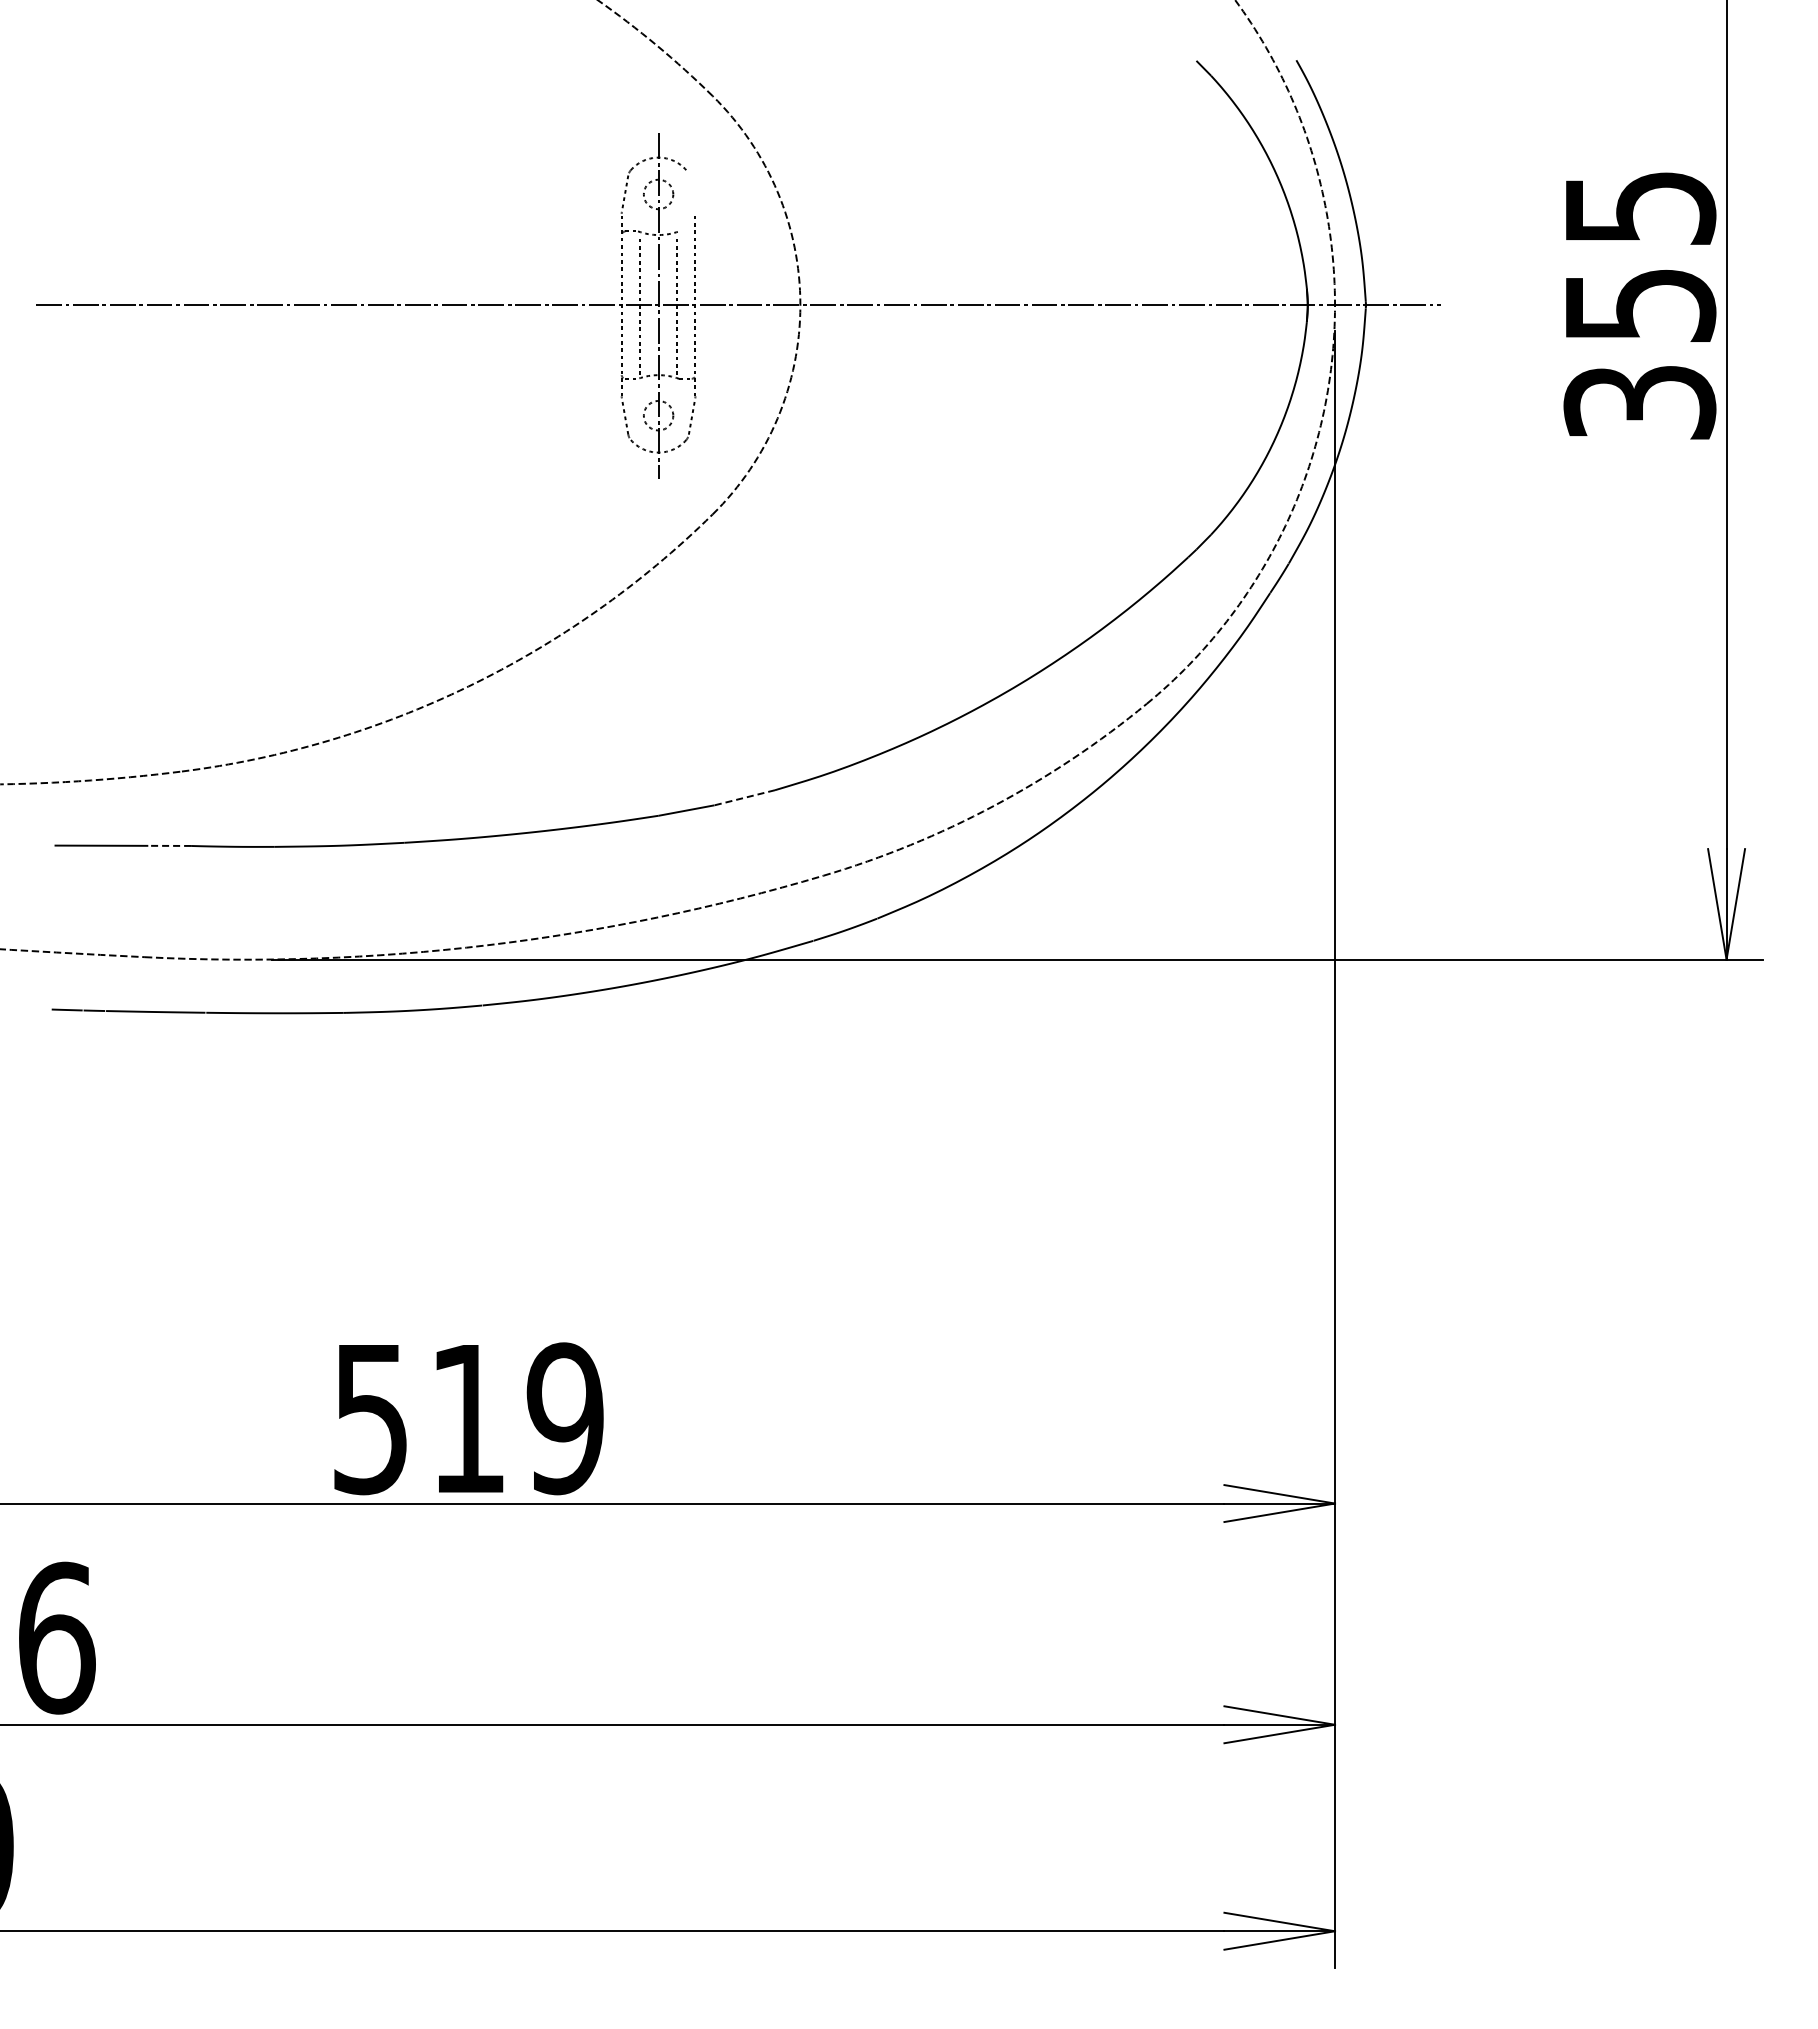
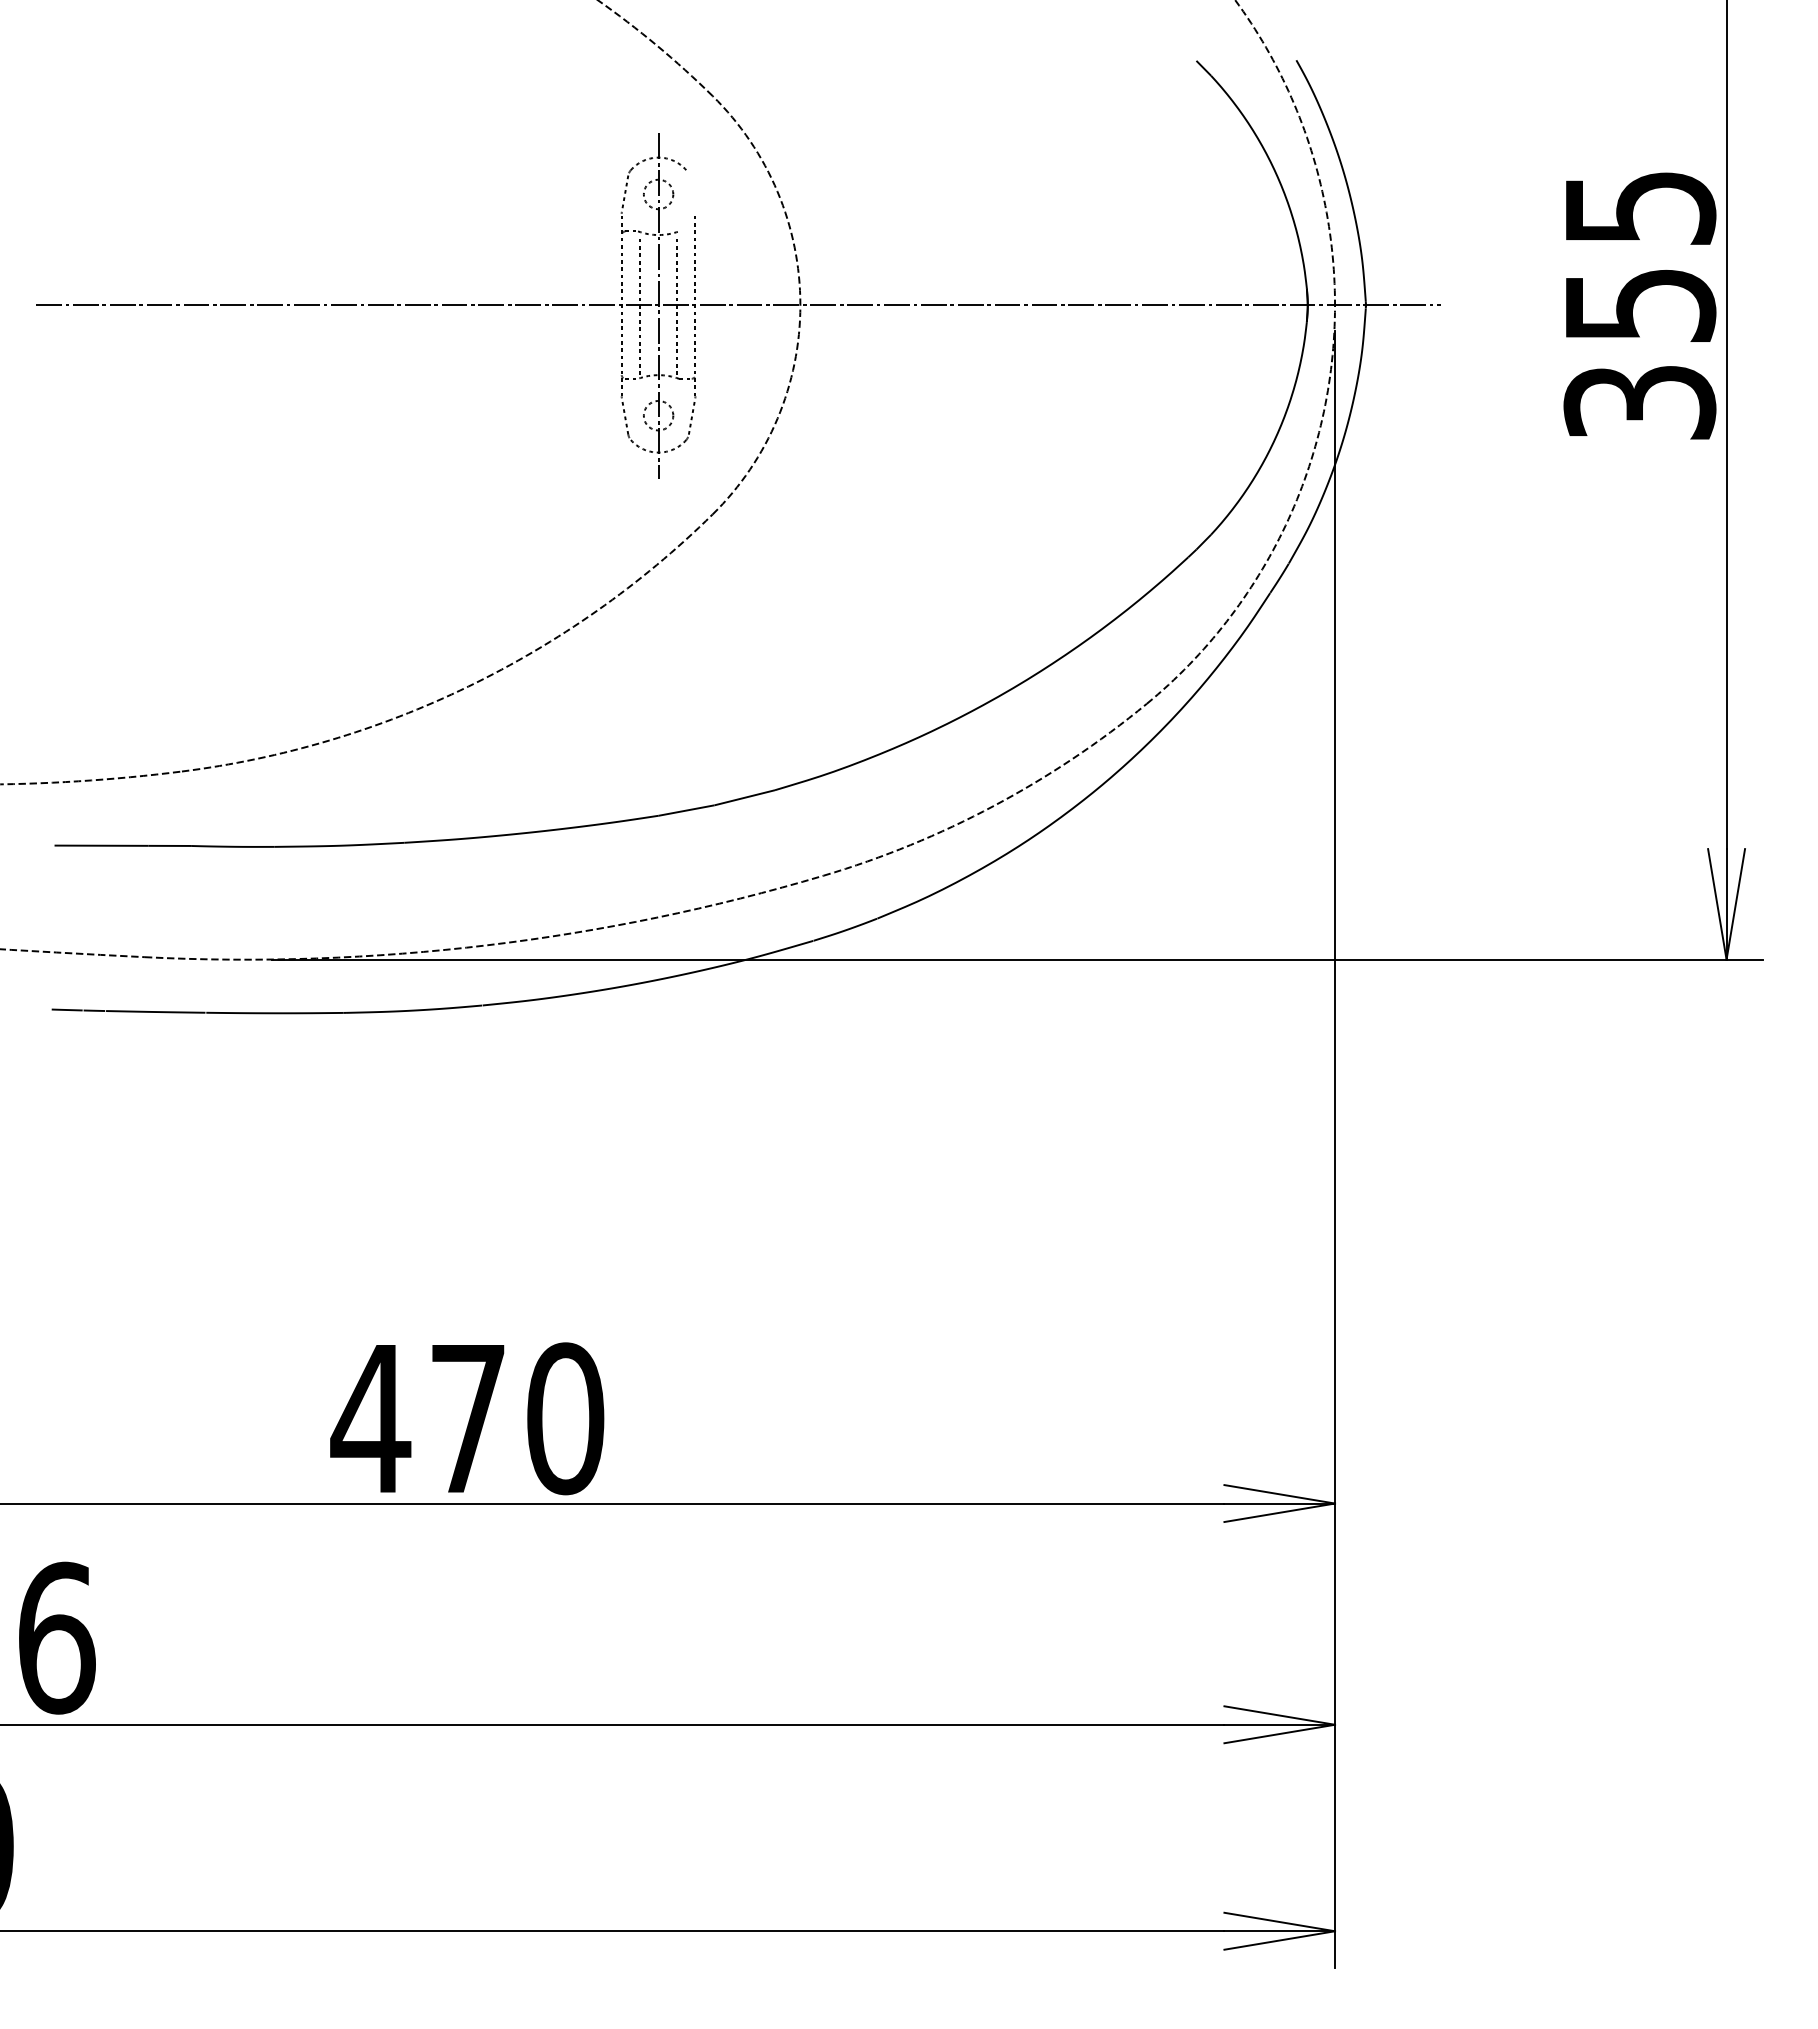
line at (744, 797): dashed -> solid
line at (169, 845): dashed -> solid
text at (467, 1418): 519 -> 470
